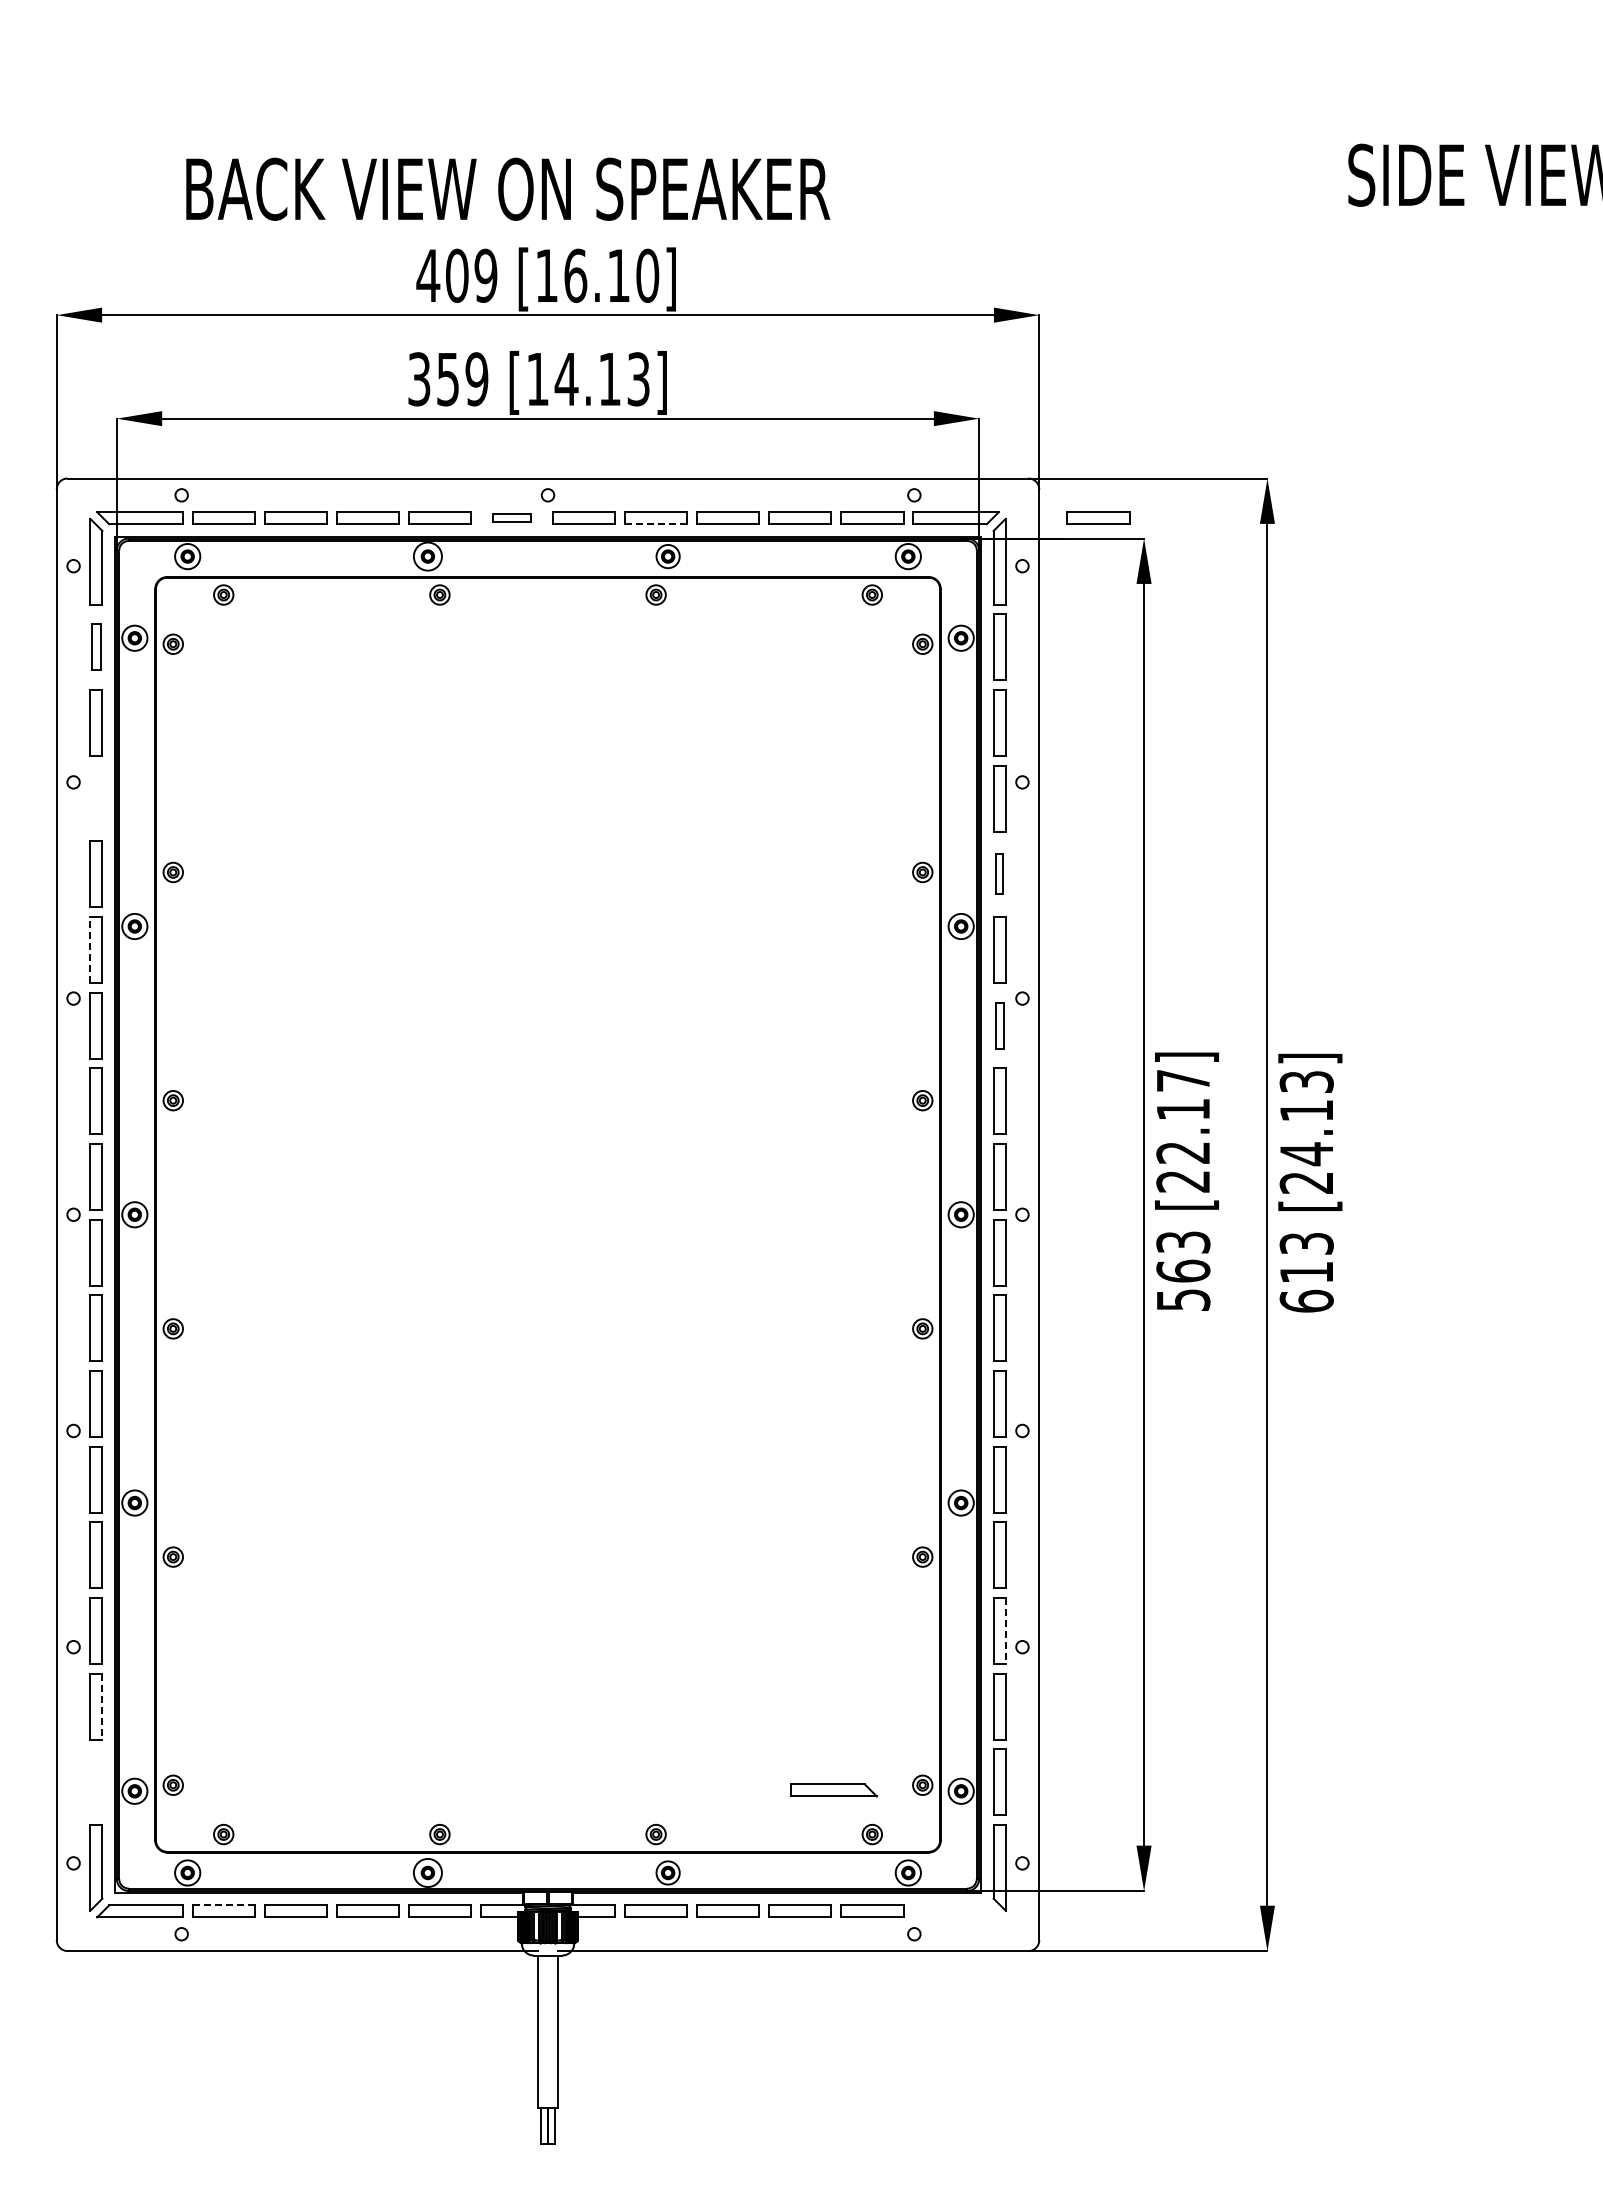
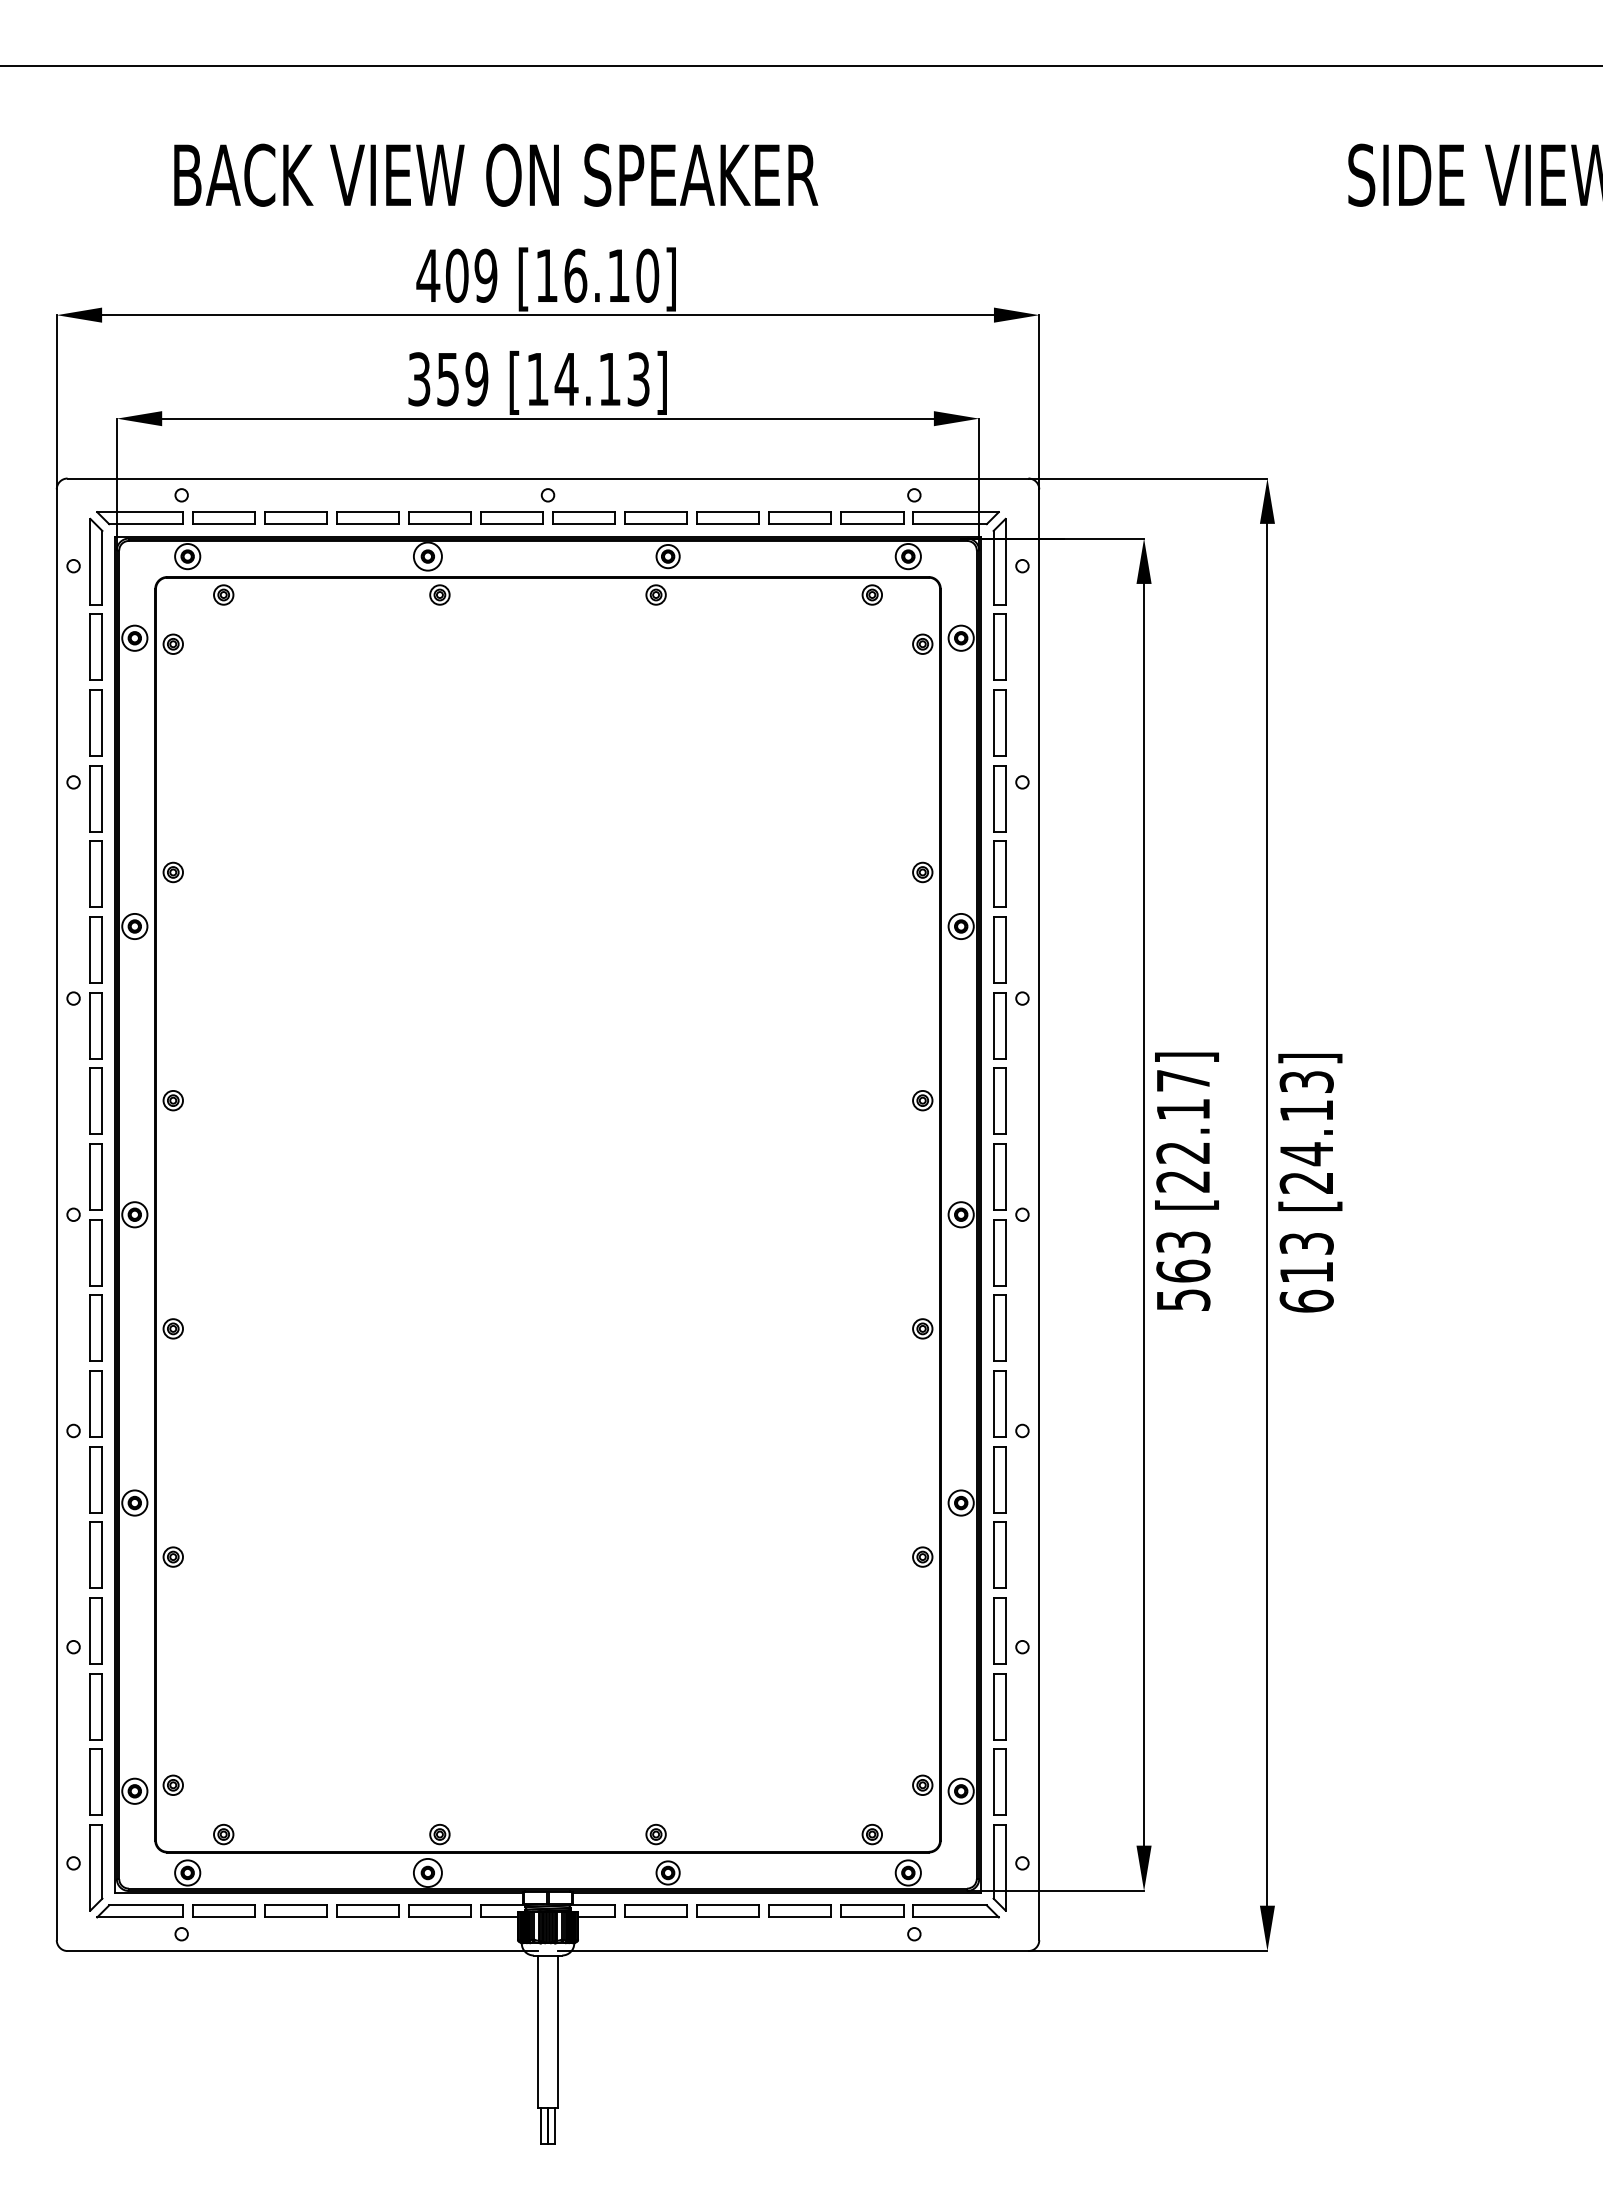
line at (800, 66): none -> present
text at (508, 188) position: (508, 188) -> (496, 174)
part at (511, 517) size: 40x10 px -> 64x14 px
part at (1098, 517): present -> none
line at (655, 524): dashed -> solid
part at (96, 646) size: 11x48 px -> 14x68 px
part at (95, 798): none -> present
part at (999, 873) size: 9x42 px -> 14x68 px
line at (90, 949): dashed -> solid
part at (999, 1025) size: 10x48 px -> 14x68 px
line at (1005, 1631): dashed -> solid
line at (102, 1707): dashed -> solid
part at (95, 1781): none -> present
part at (833, 1790) position: (833, 1790) -> (955, 1911)
line at (224, 1905): dashed -> solid
